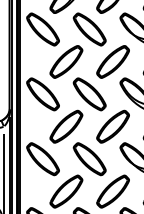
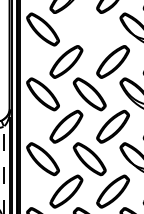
part at (89, 29): present -> none
line at (3, 174): solid -> dashed
